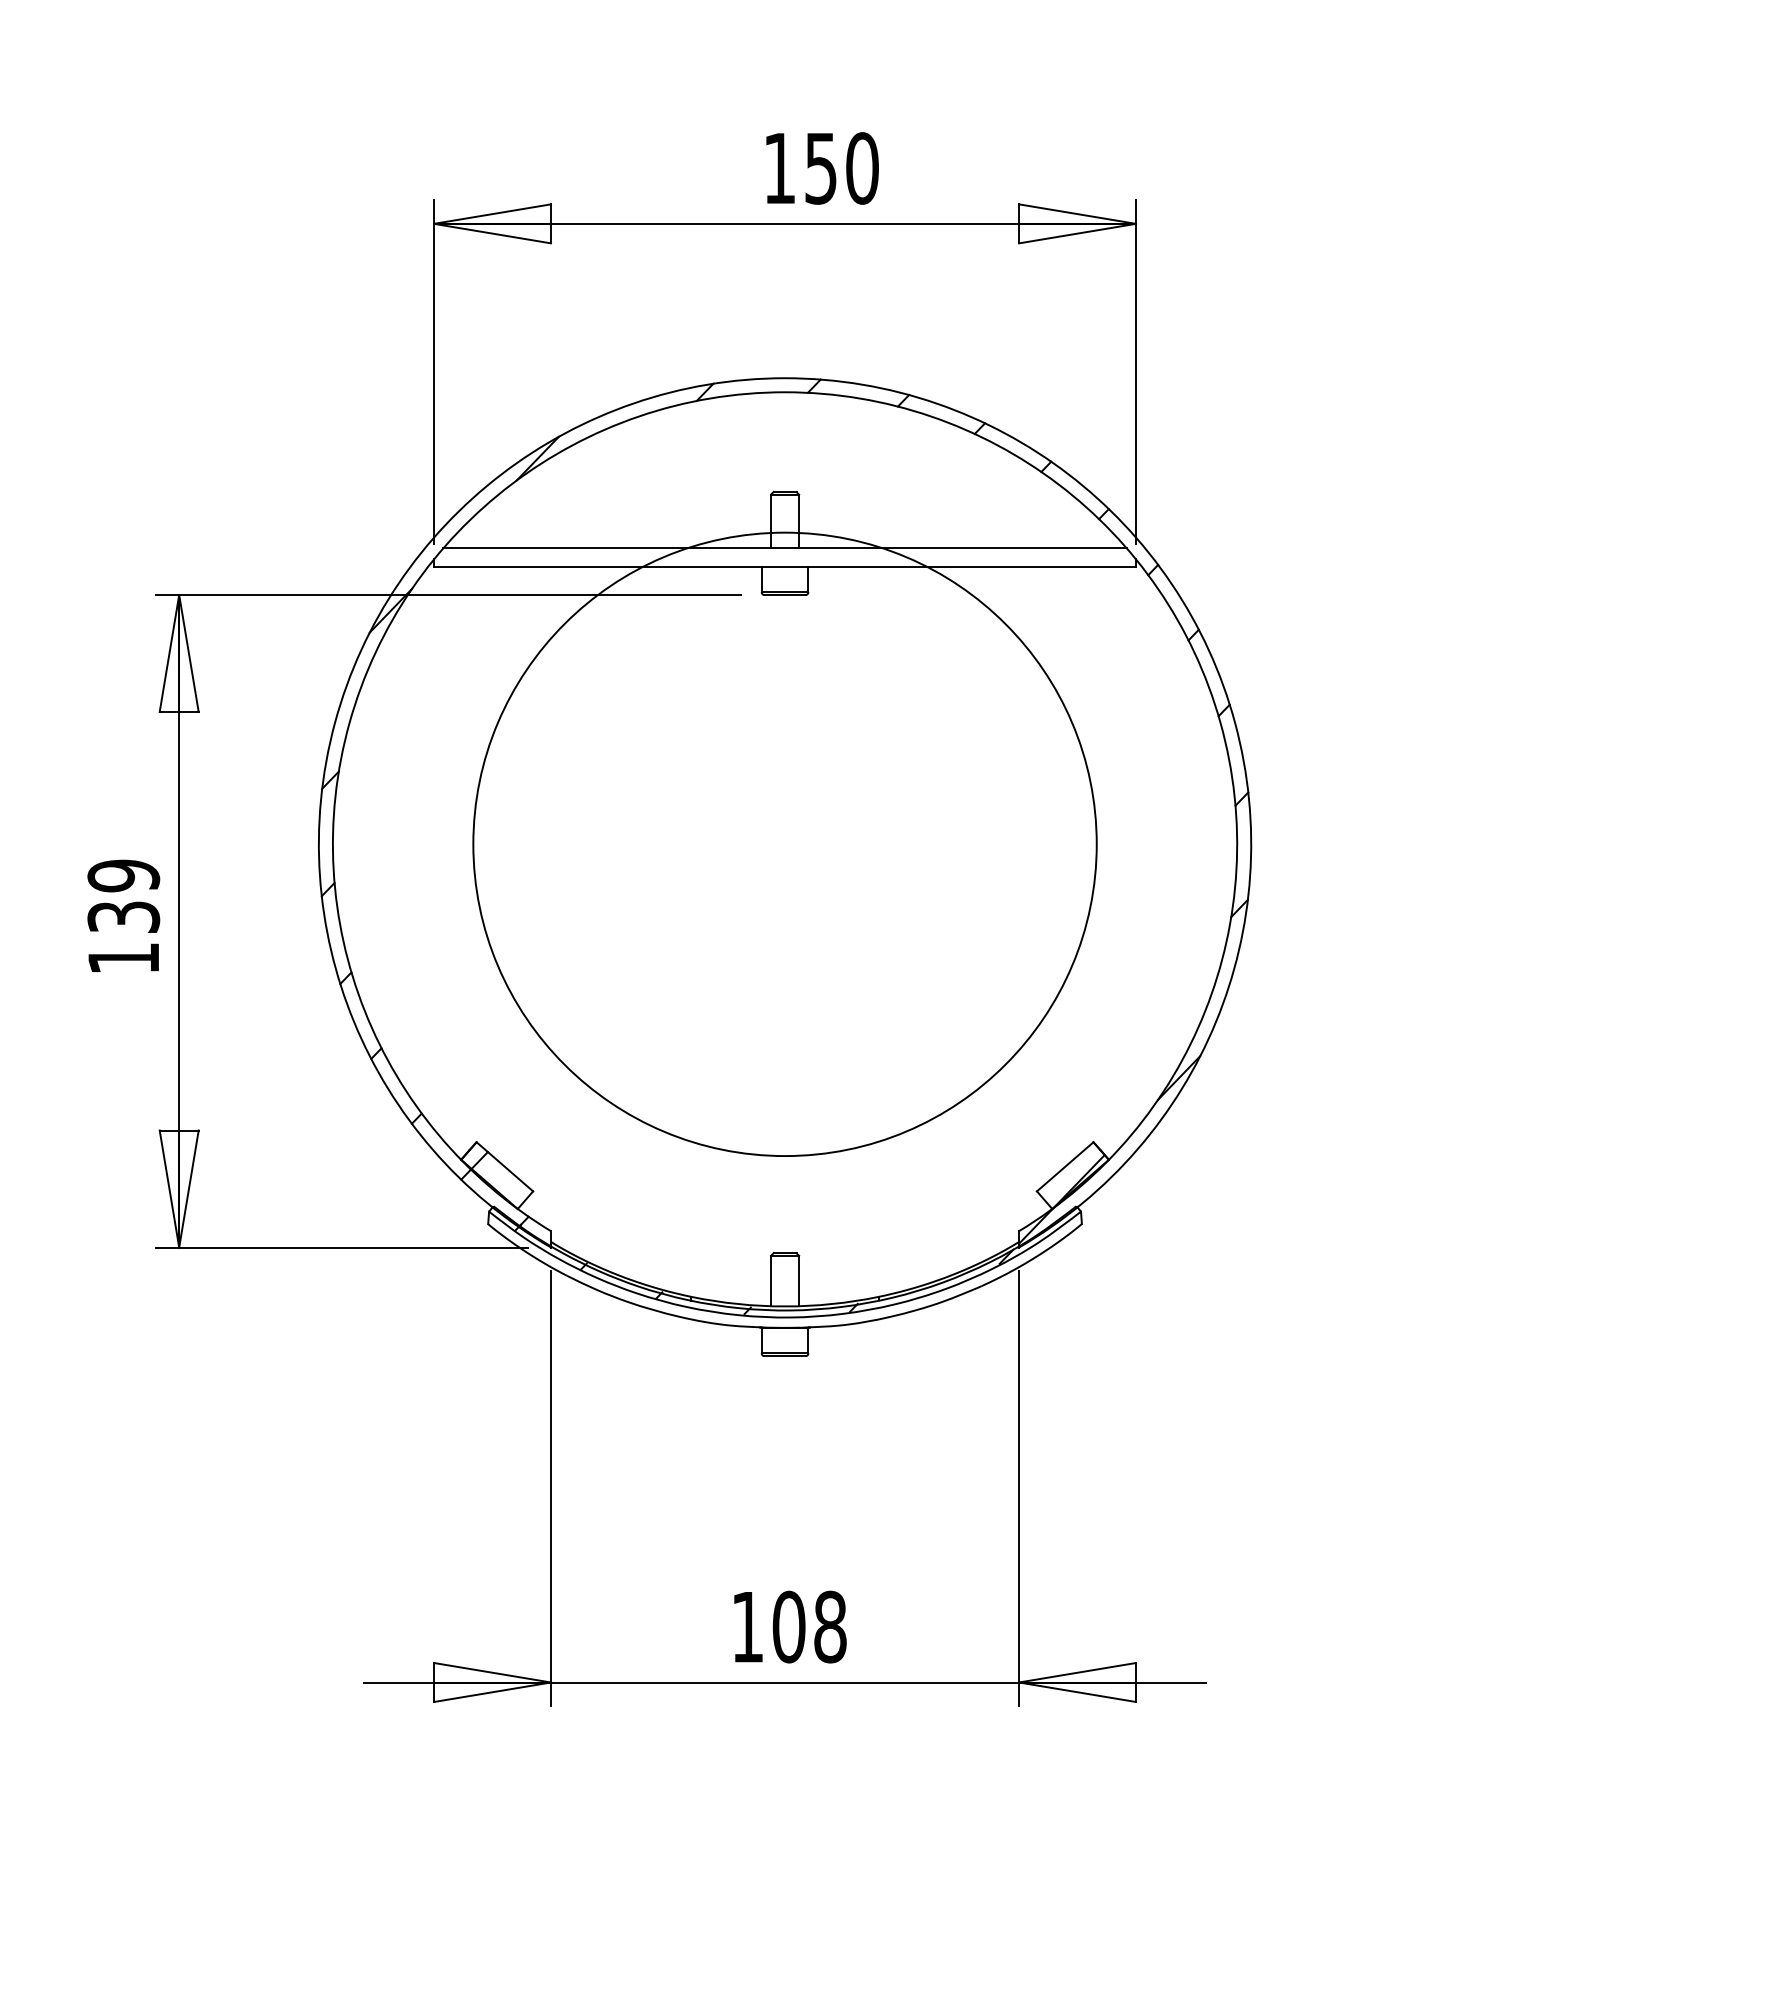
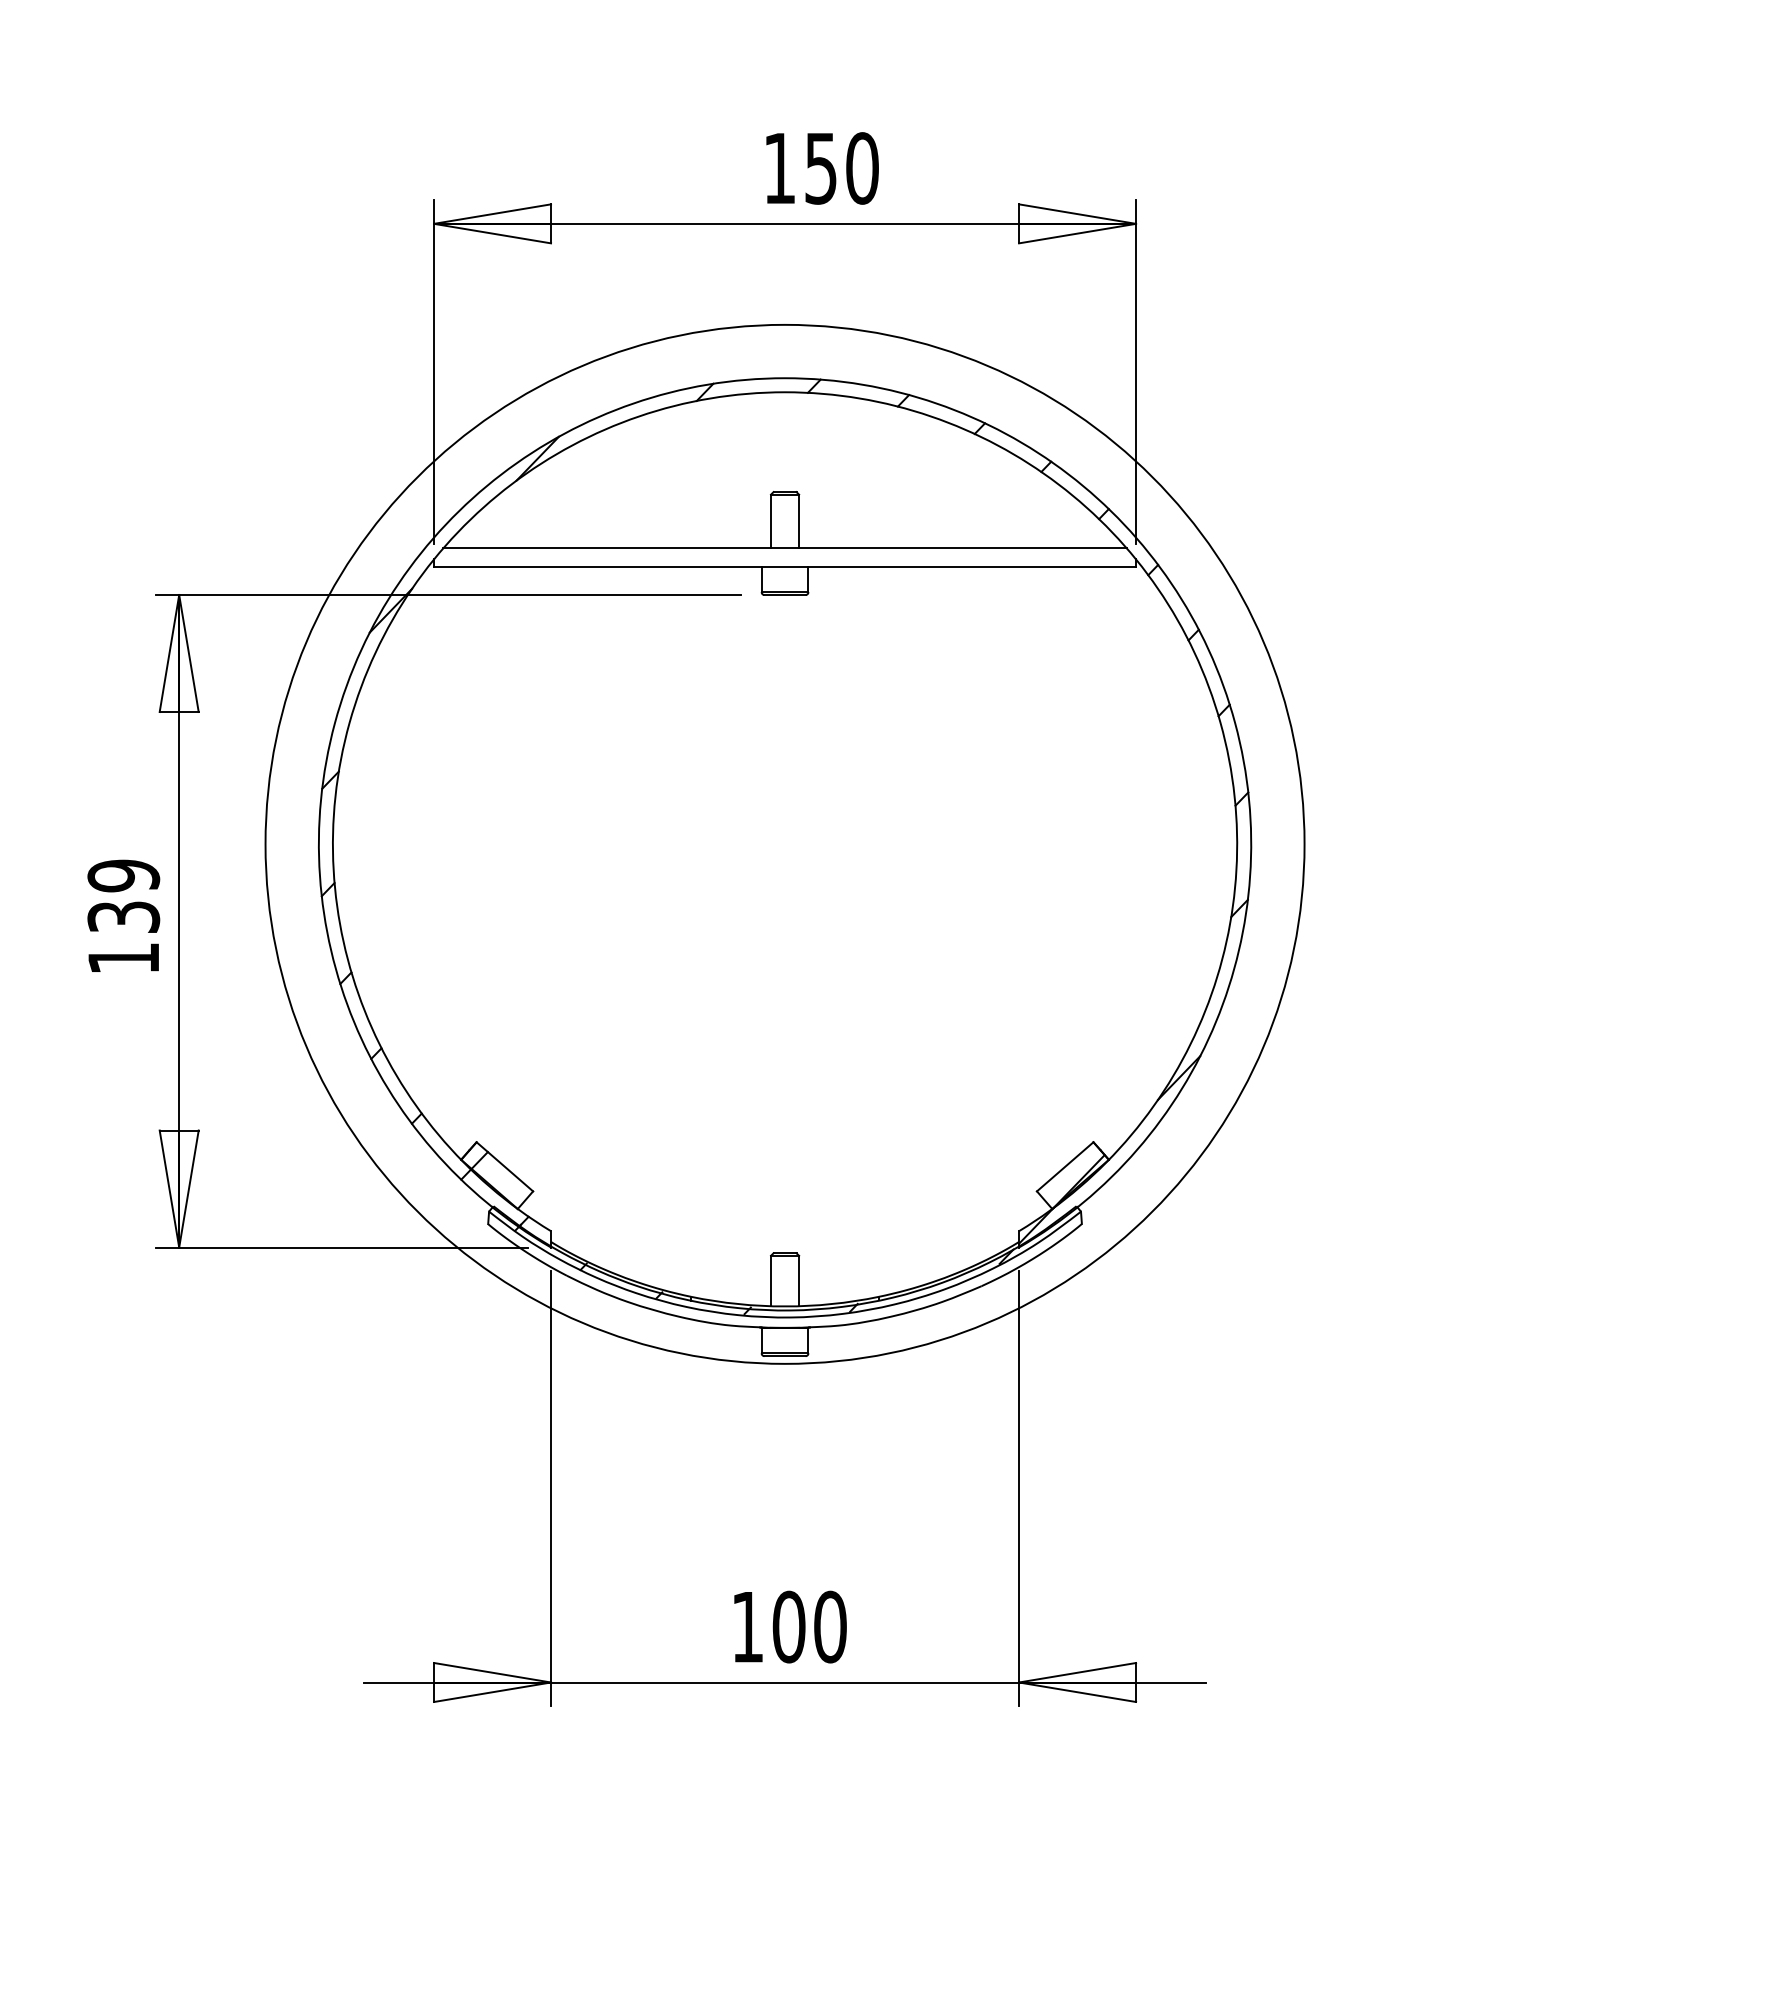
circle at (784, 844) diameter: 623 px -> 1039 px
text at (830, 1627): 108 -> 100
